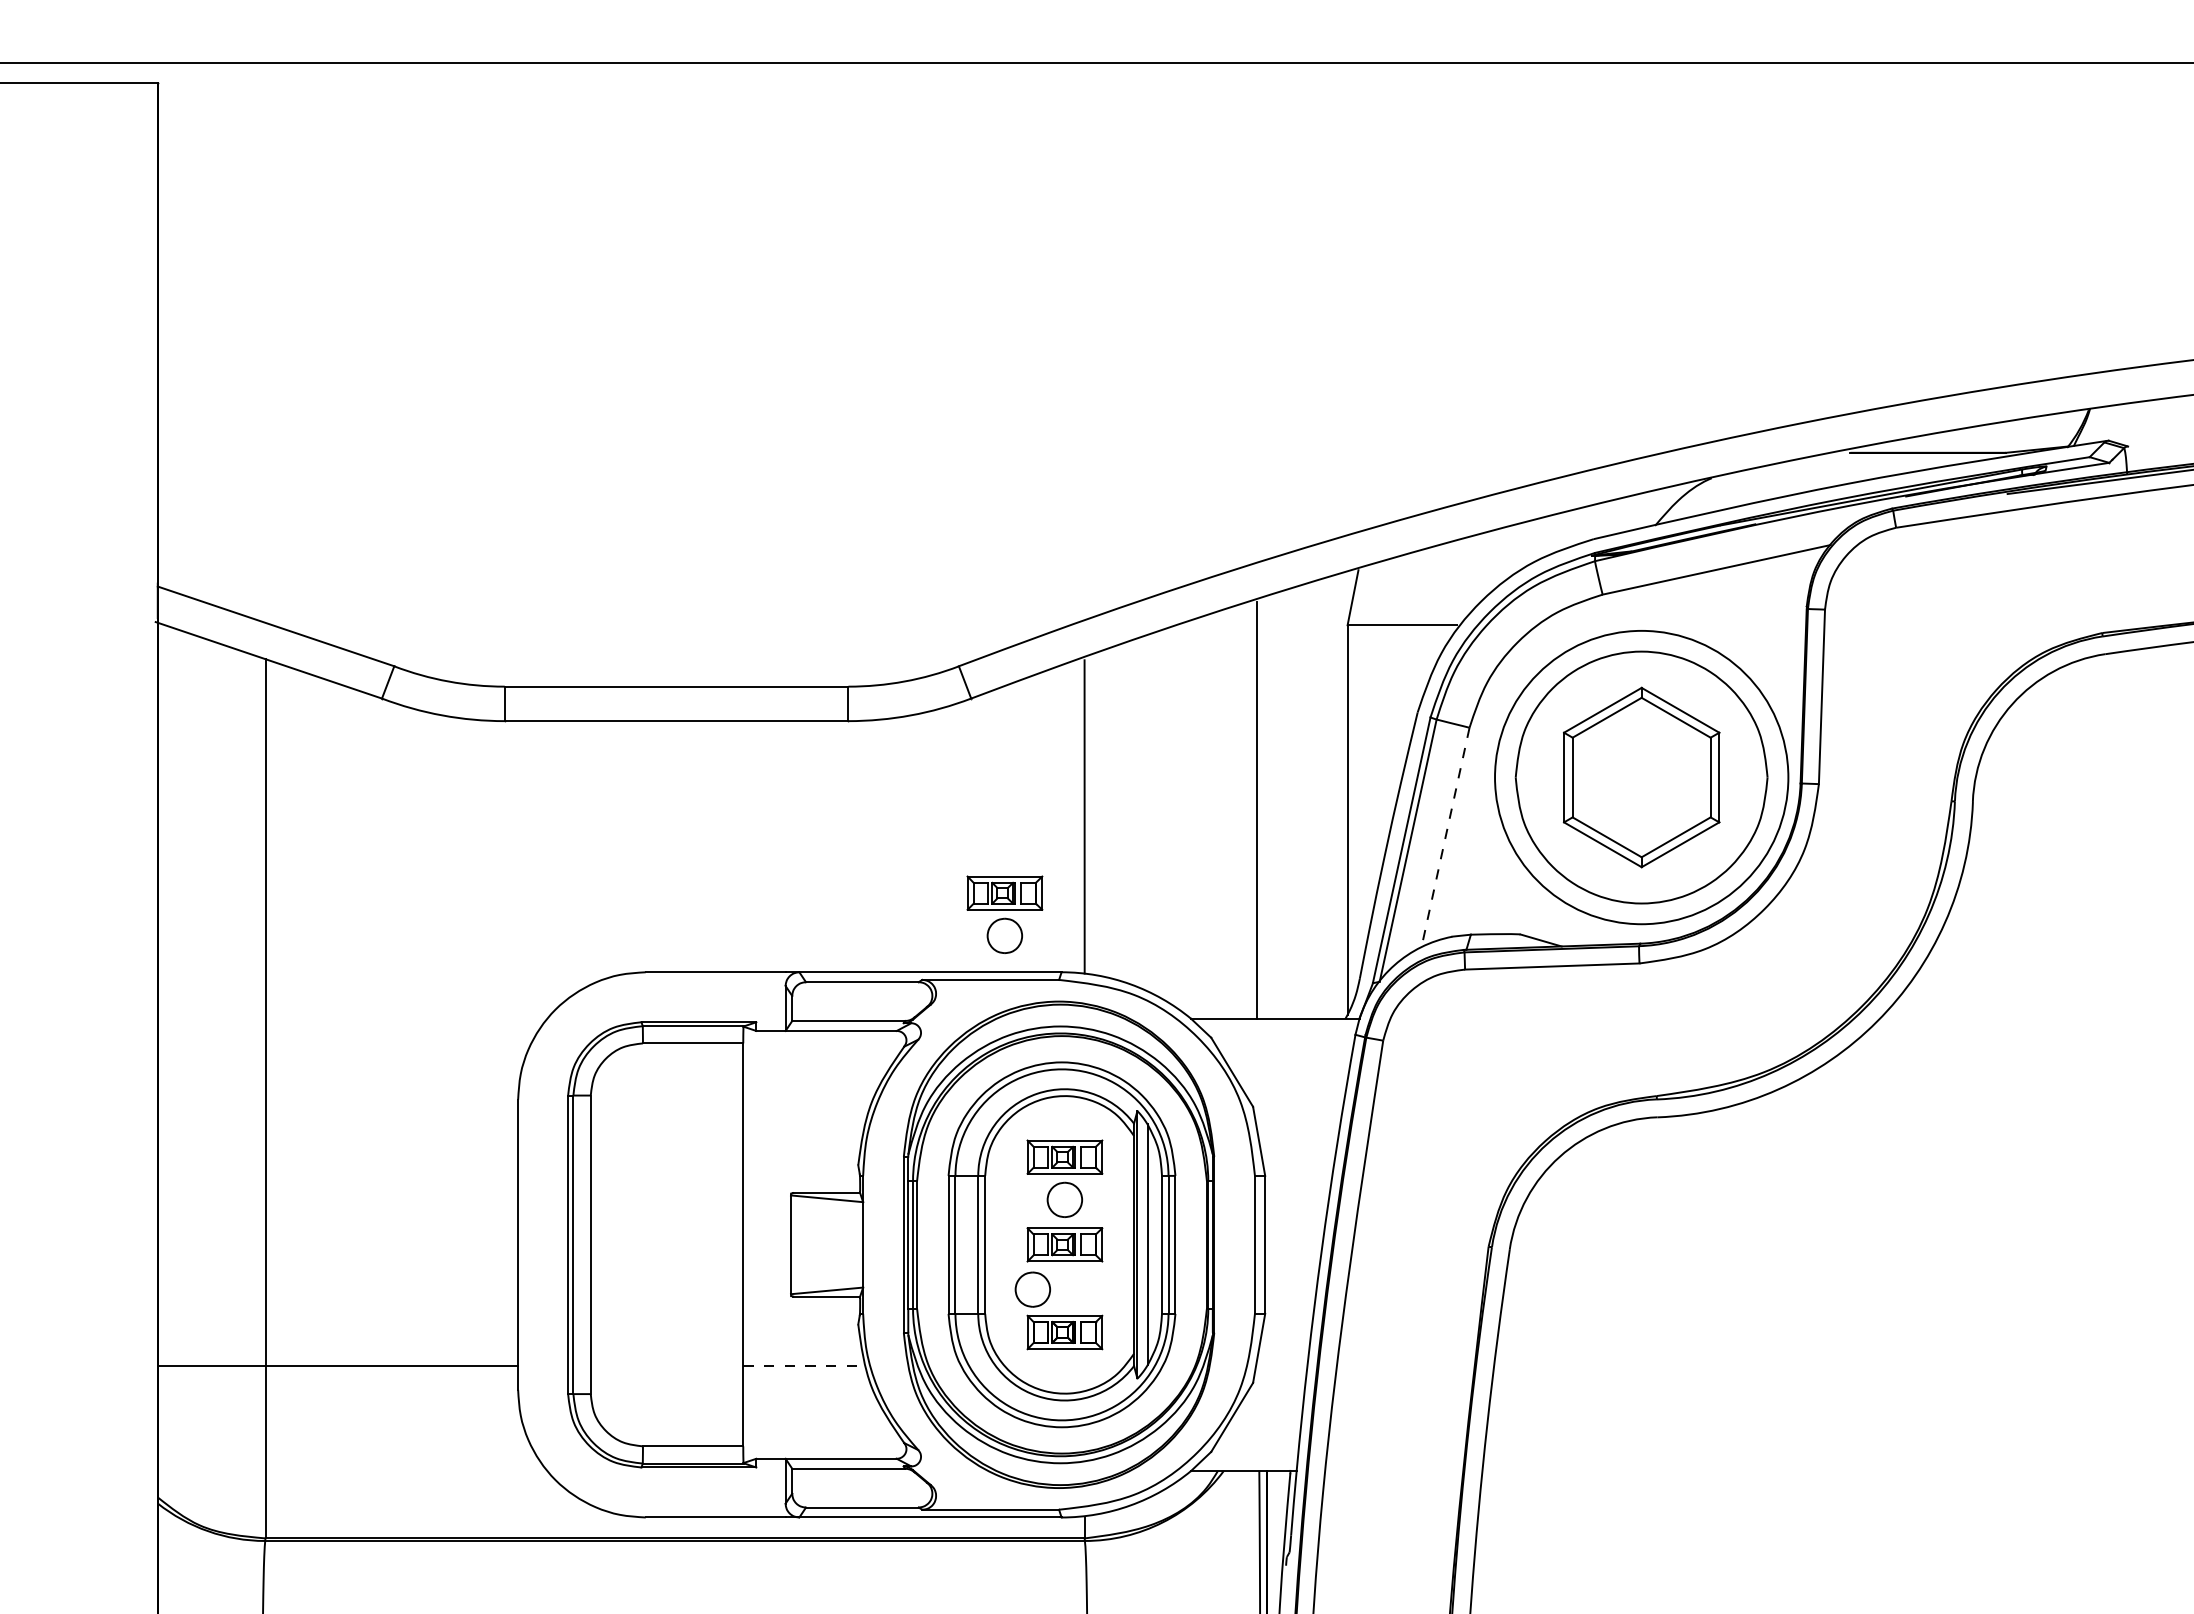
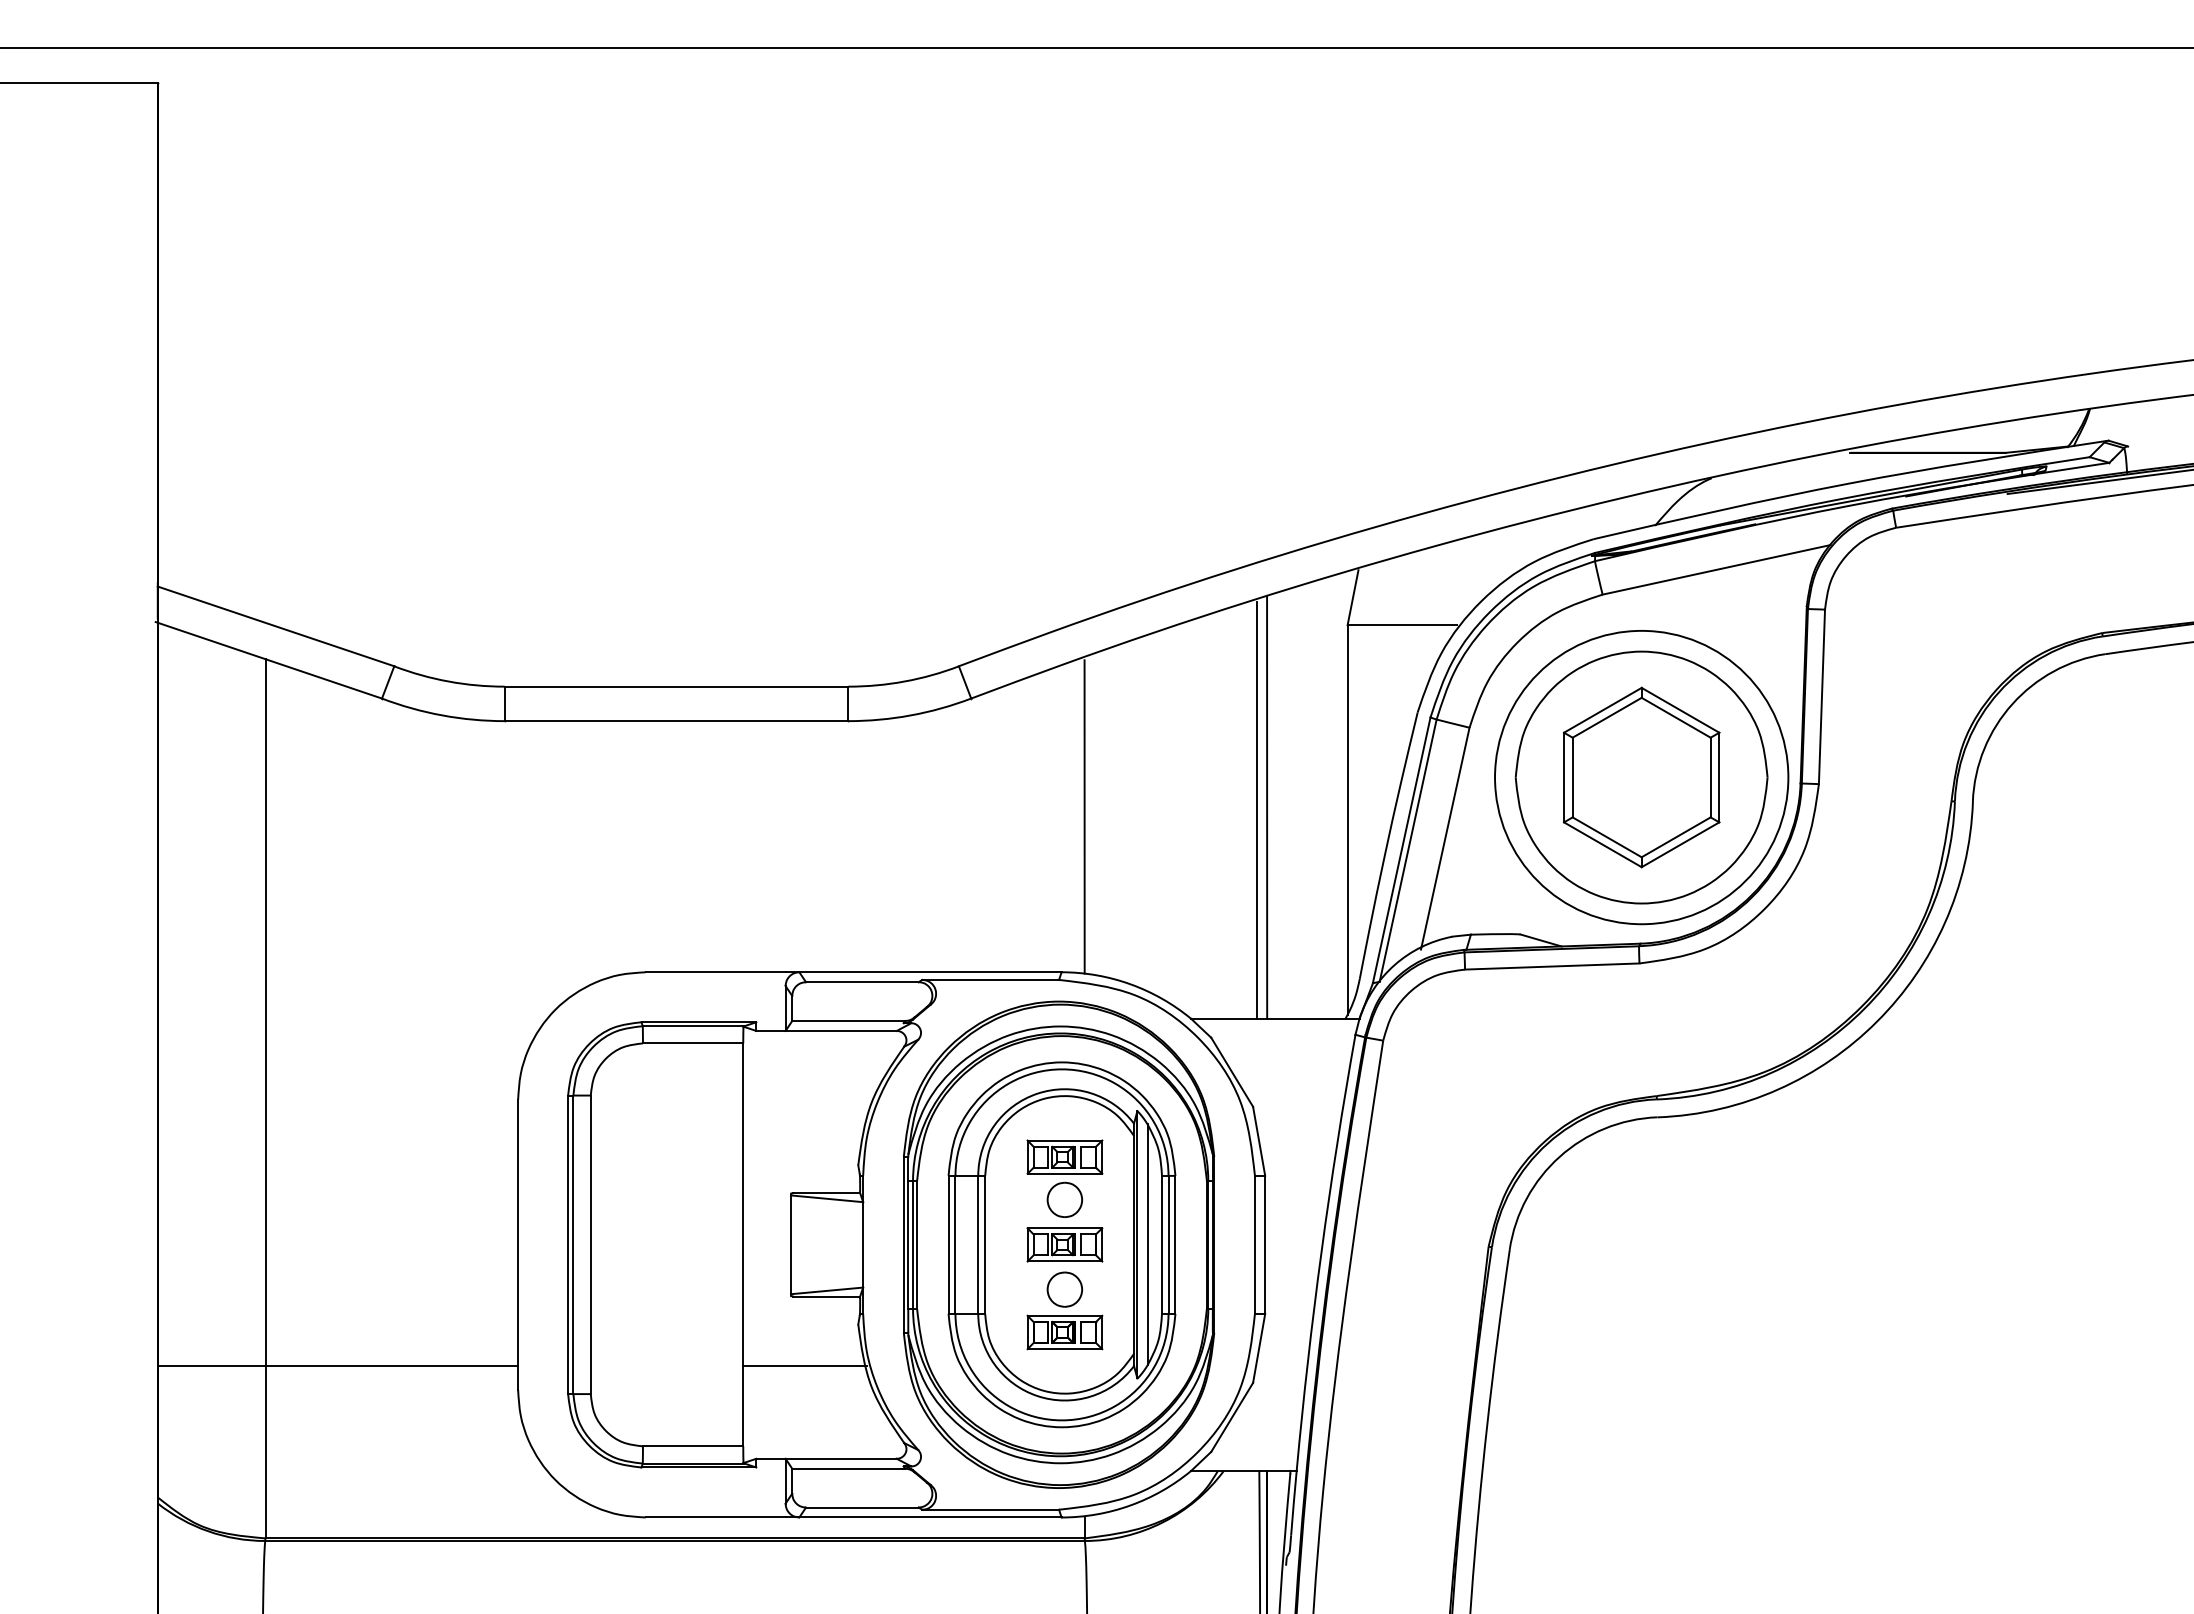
line at (1096, 63) position: (1096, 63) -> (1096, 48)
line at (1267, 806): none -> present
line at (1445, 838): dashed -> solid
part at (1004, 914): present -> none
part at (1032, 1289) position: (1032, 1289) -> (1064, 1289)
line at (805, 1366): dashed -> solid
